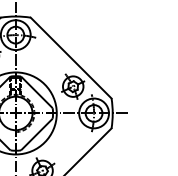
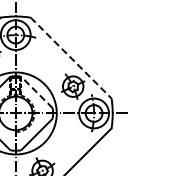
line at (71, 58): solid -> dashed
line at (36, 92): solid -> dashed
